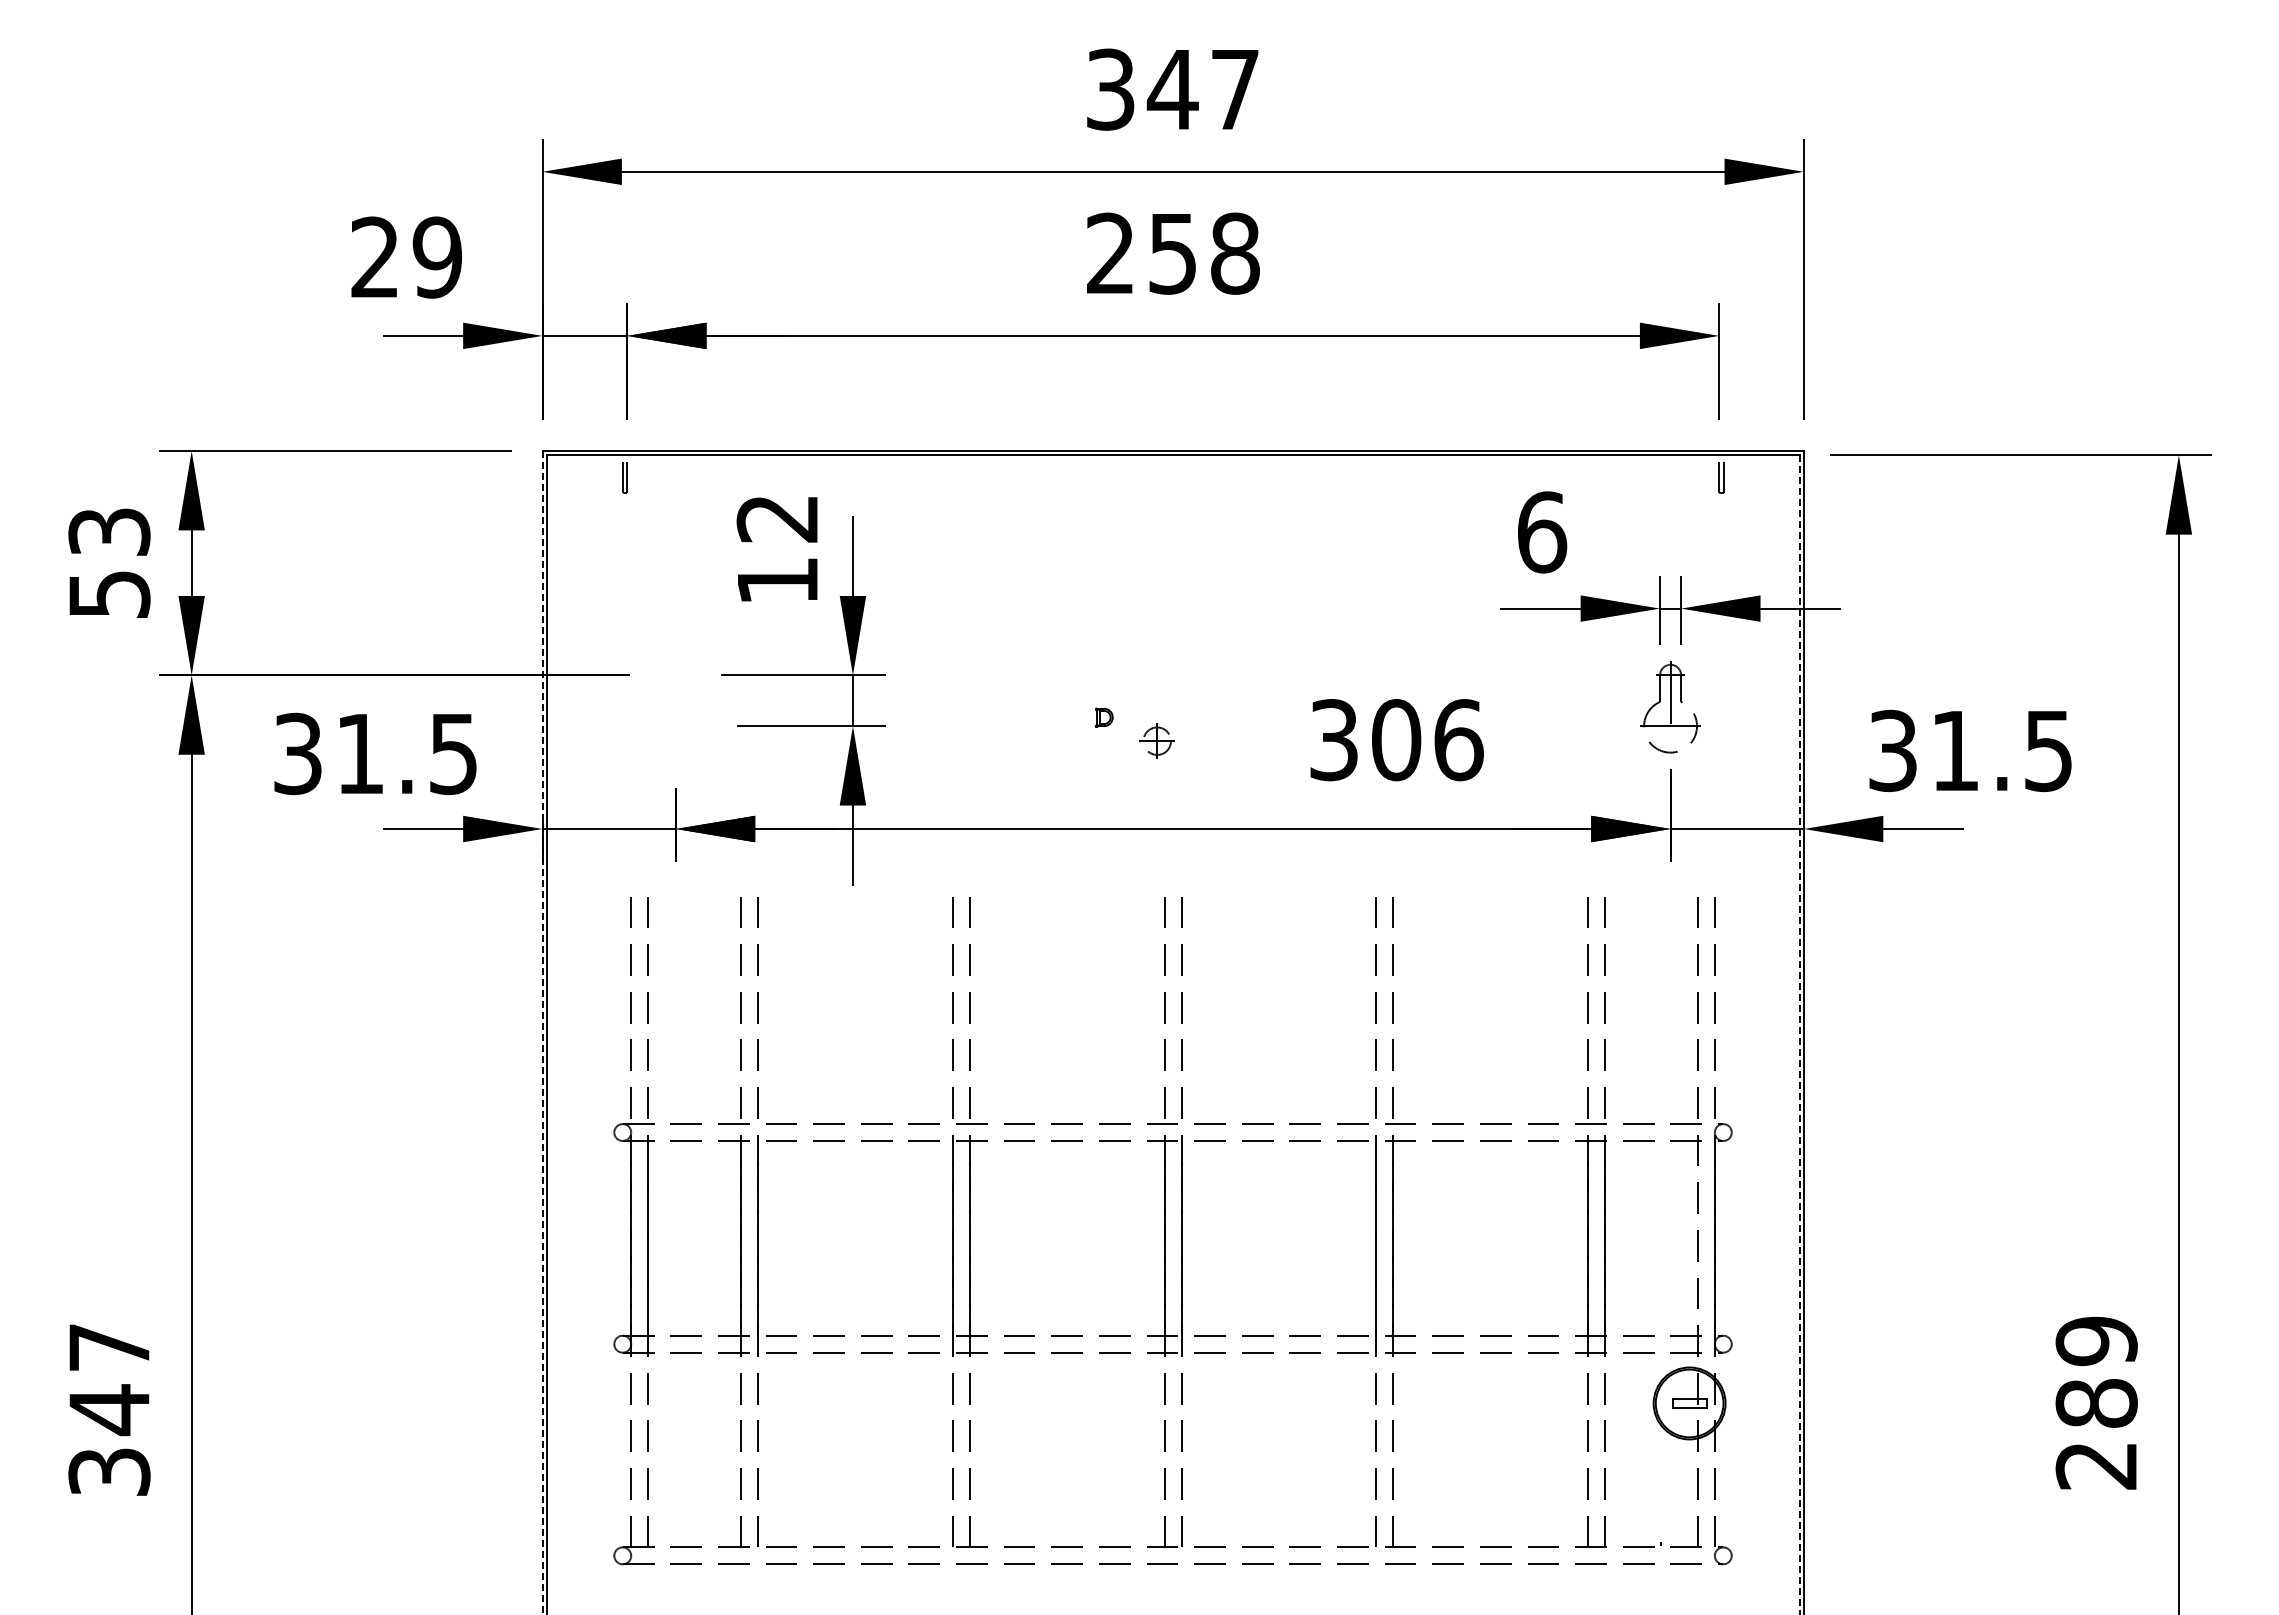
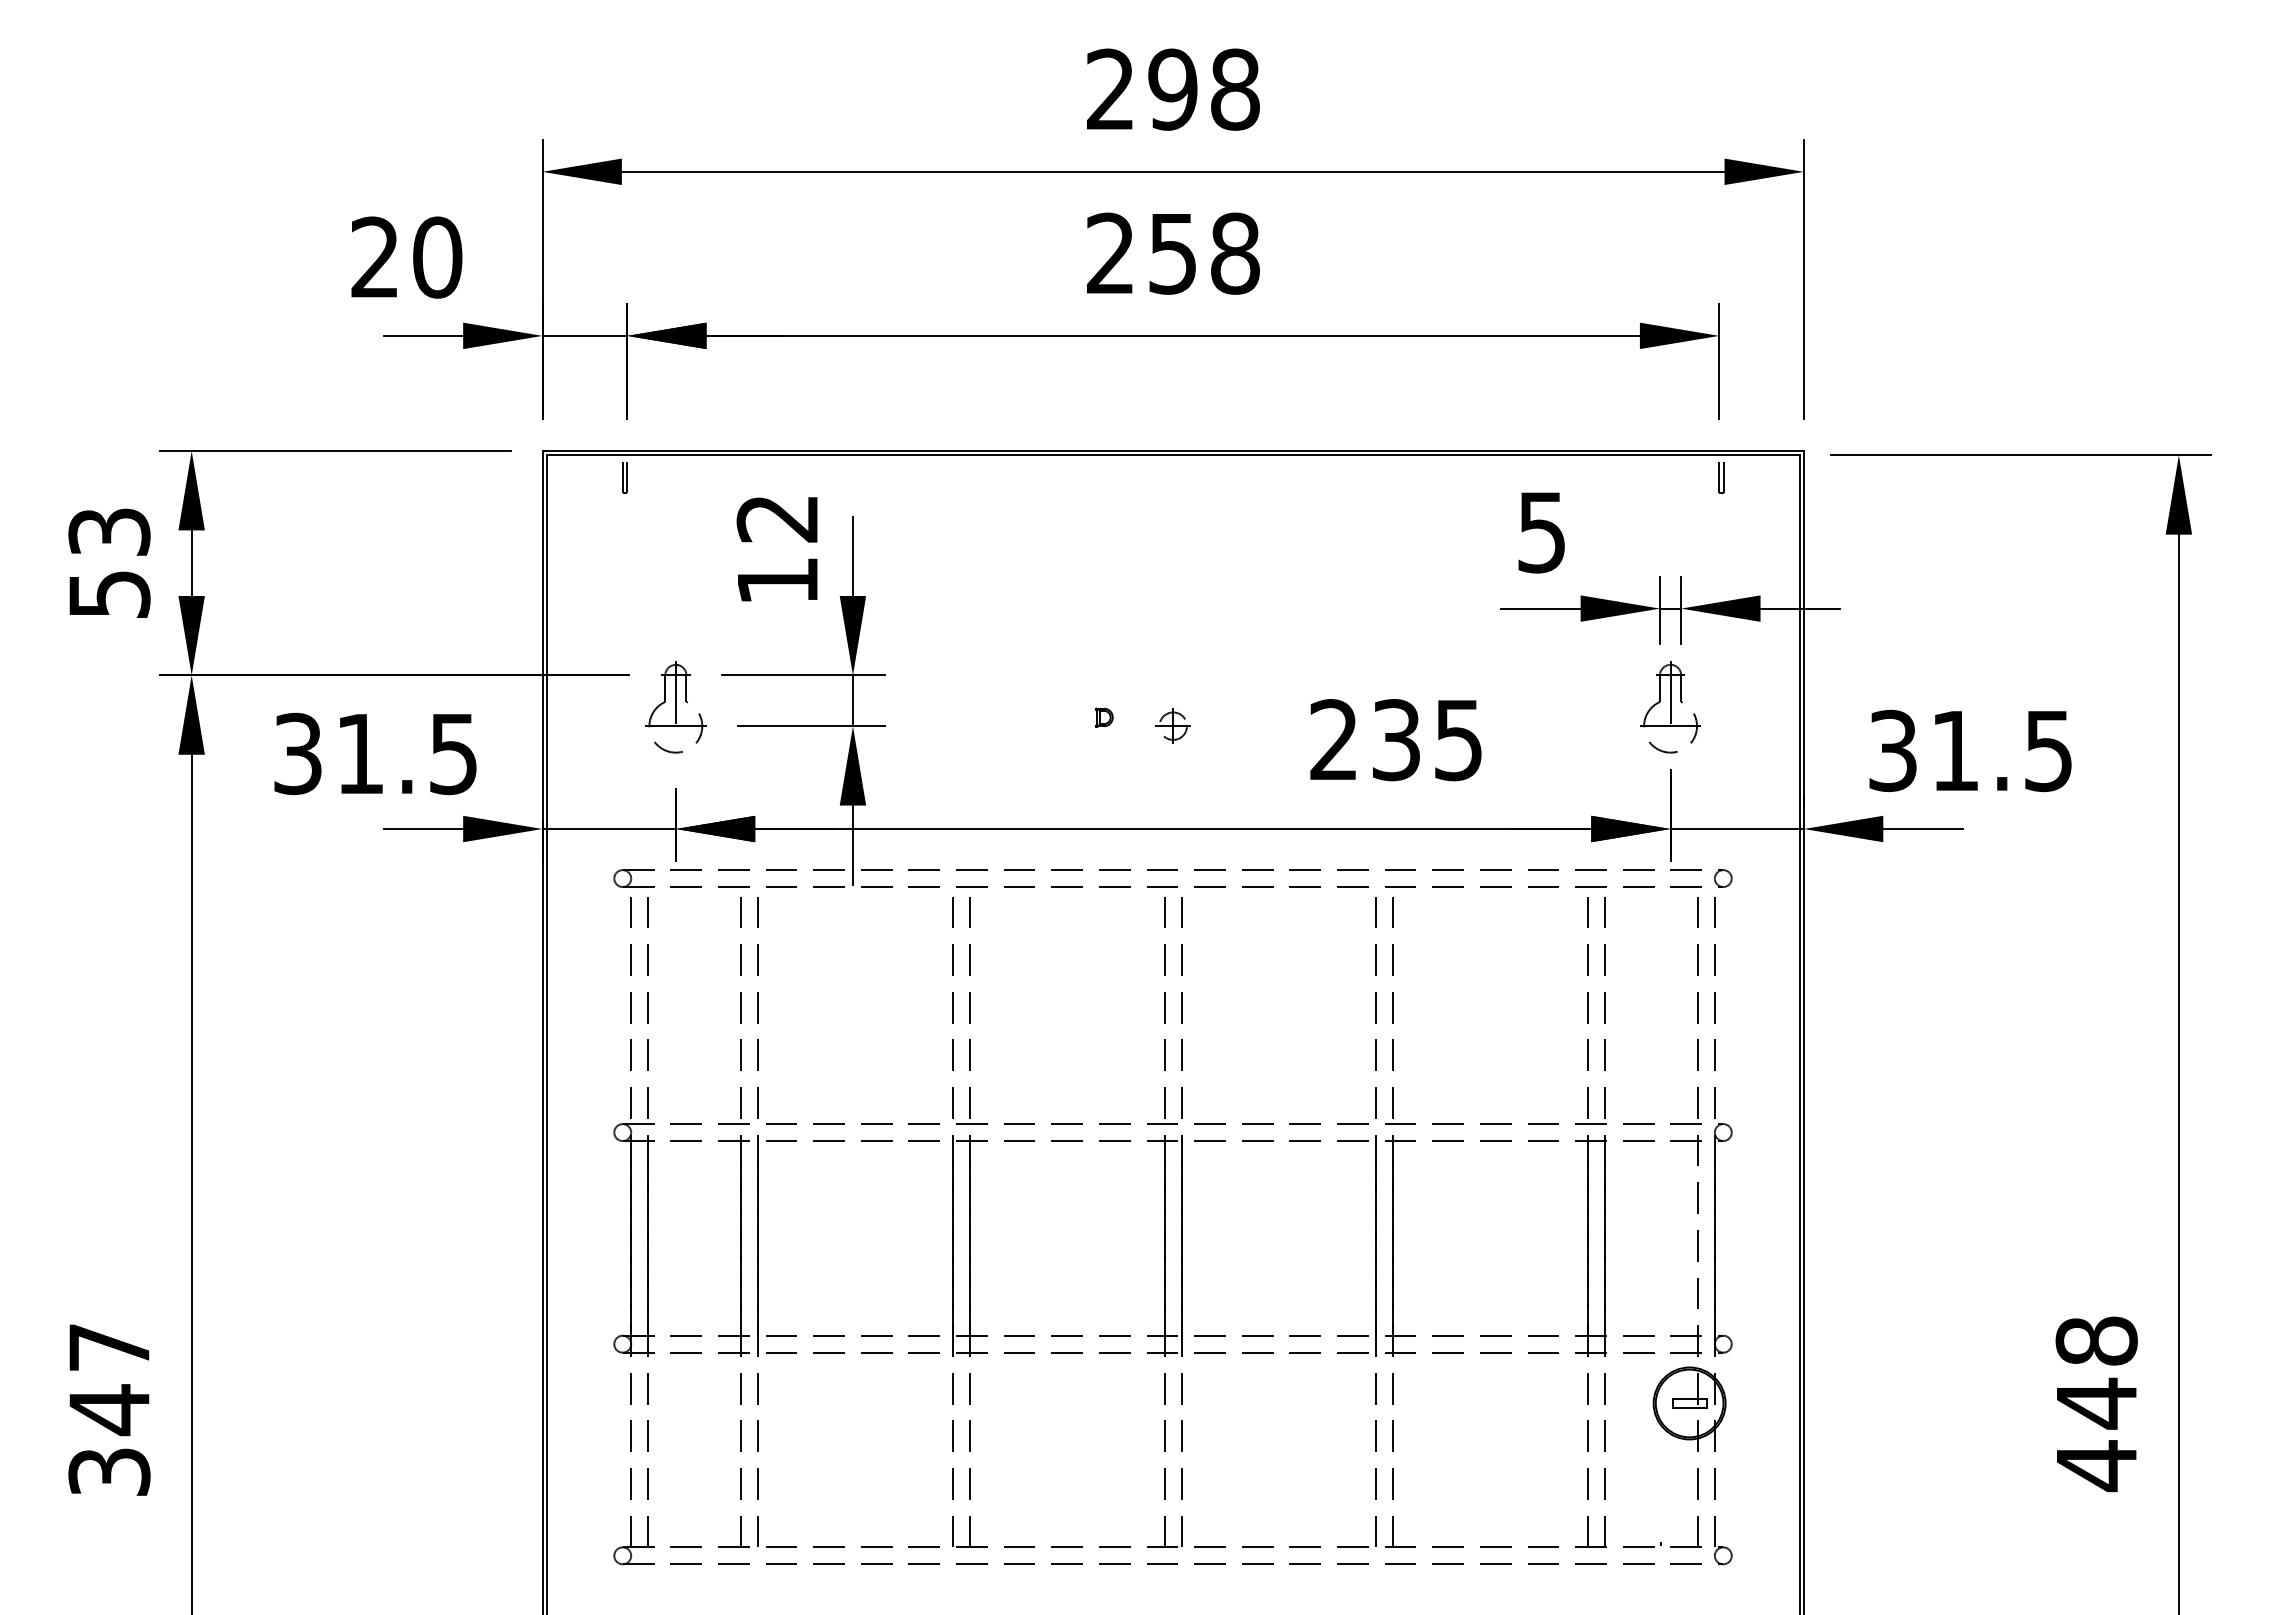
text at (1173, 89): 347 -> 298
text at (437, 257): 29 -> 20
text at (1542, 532): 6 -> 5
part at (675, 707): none -> present
part at (1156, 740) position: (1156, 740) -> (1172, 725)
text at (1396, 740): 306 -> 235
part at (1172, 870): none -> present
line at (542, 1033): dashed -> solid
line at (1799, 1035): dashed -> solid
text at (2096, 1404): 289 -> 448
